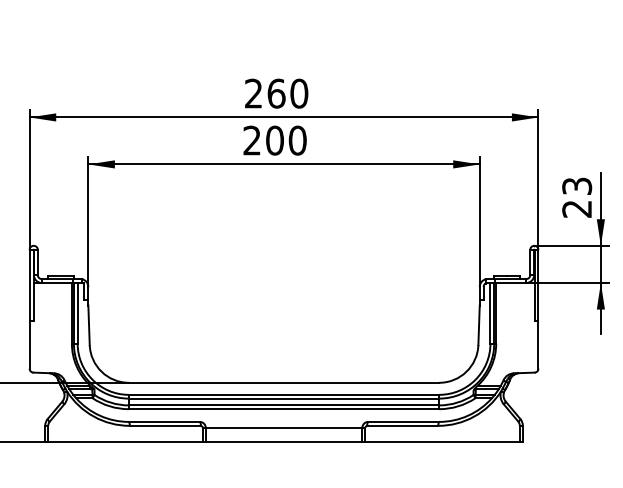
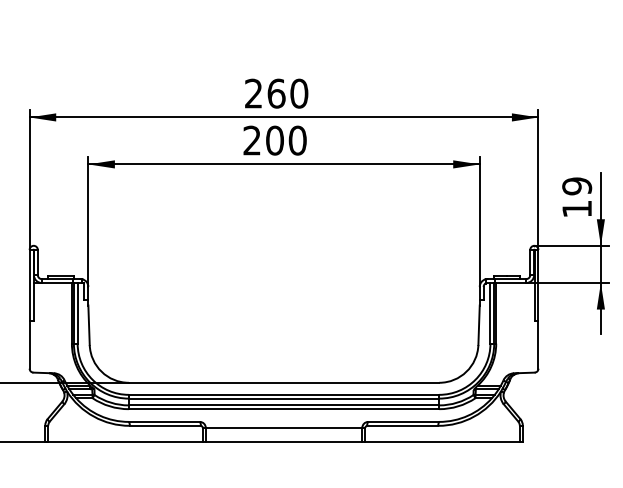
text at (576, 197): 23 -> 19
